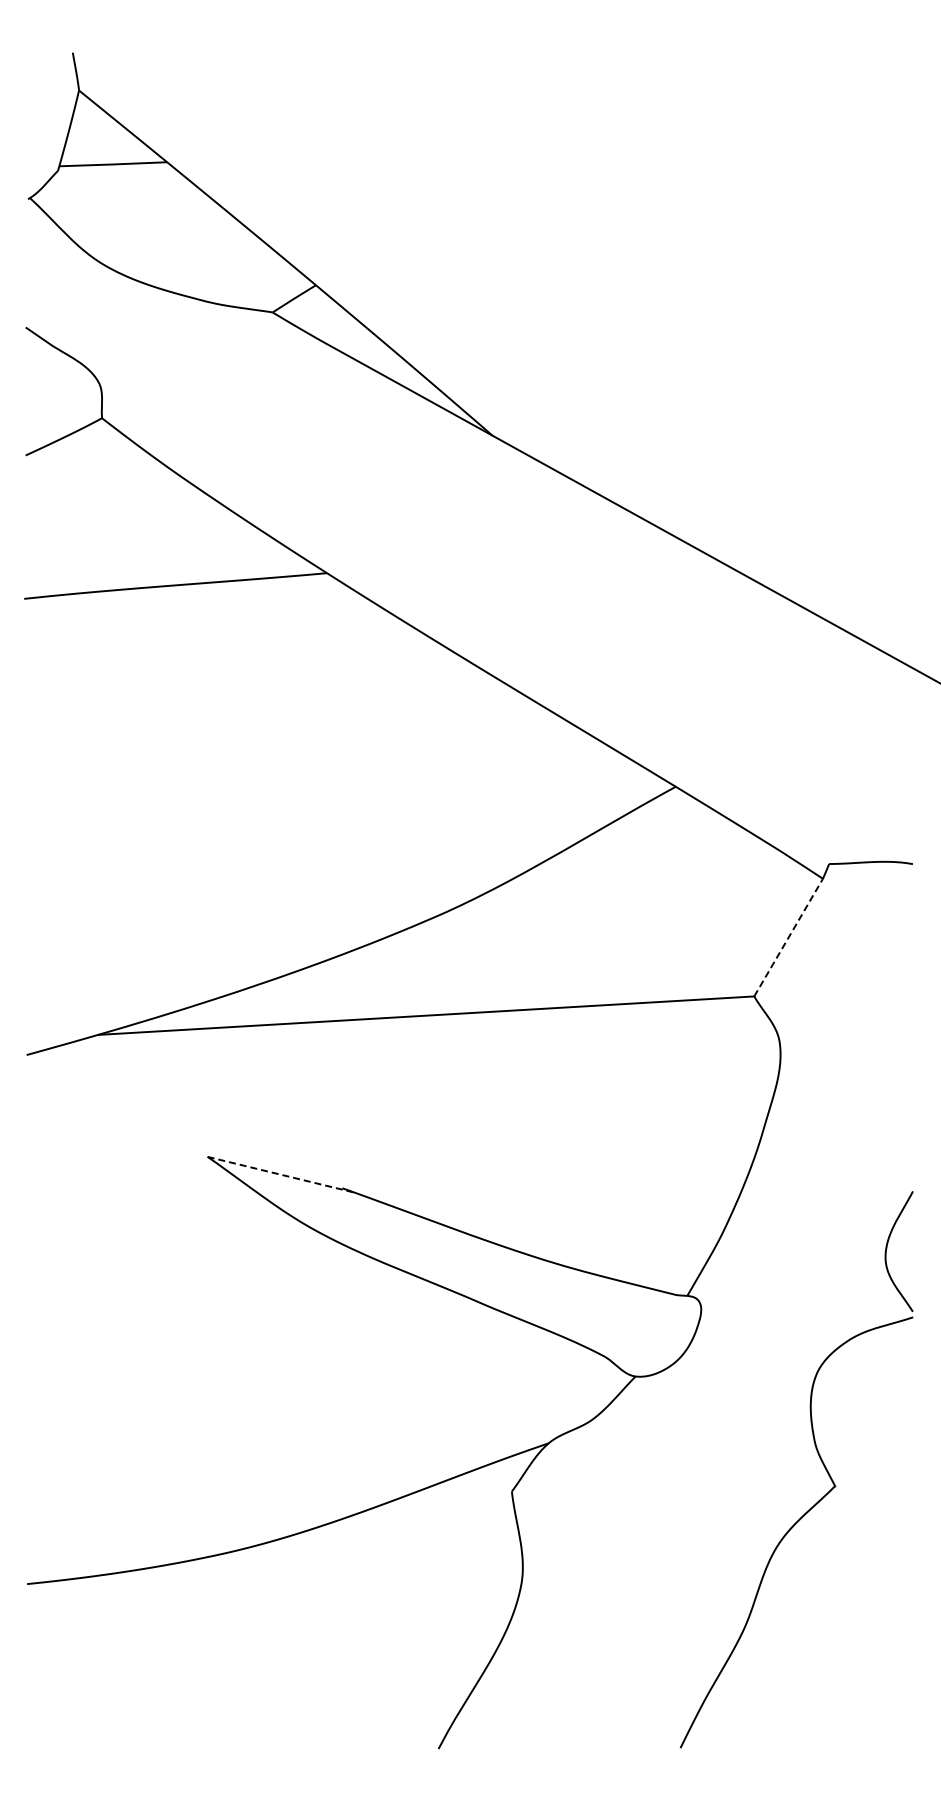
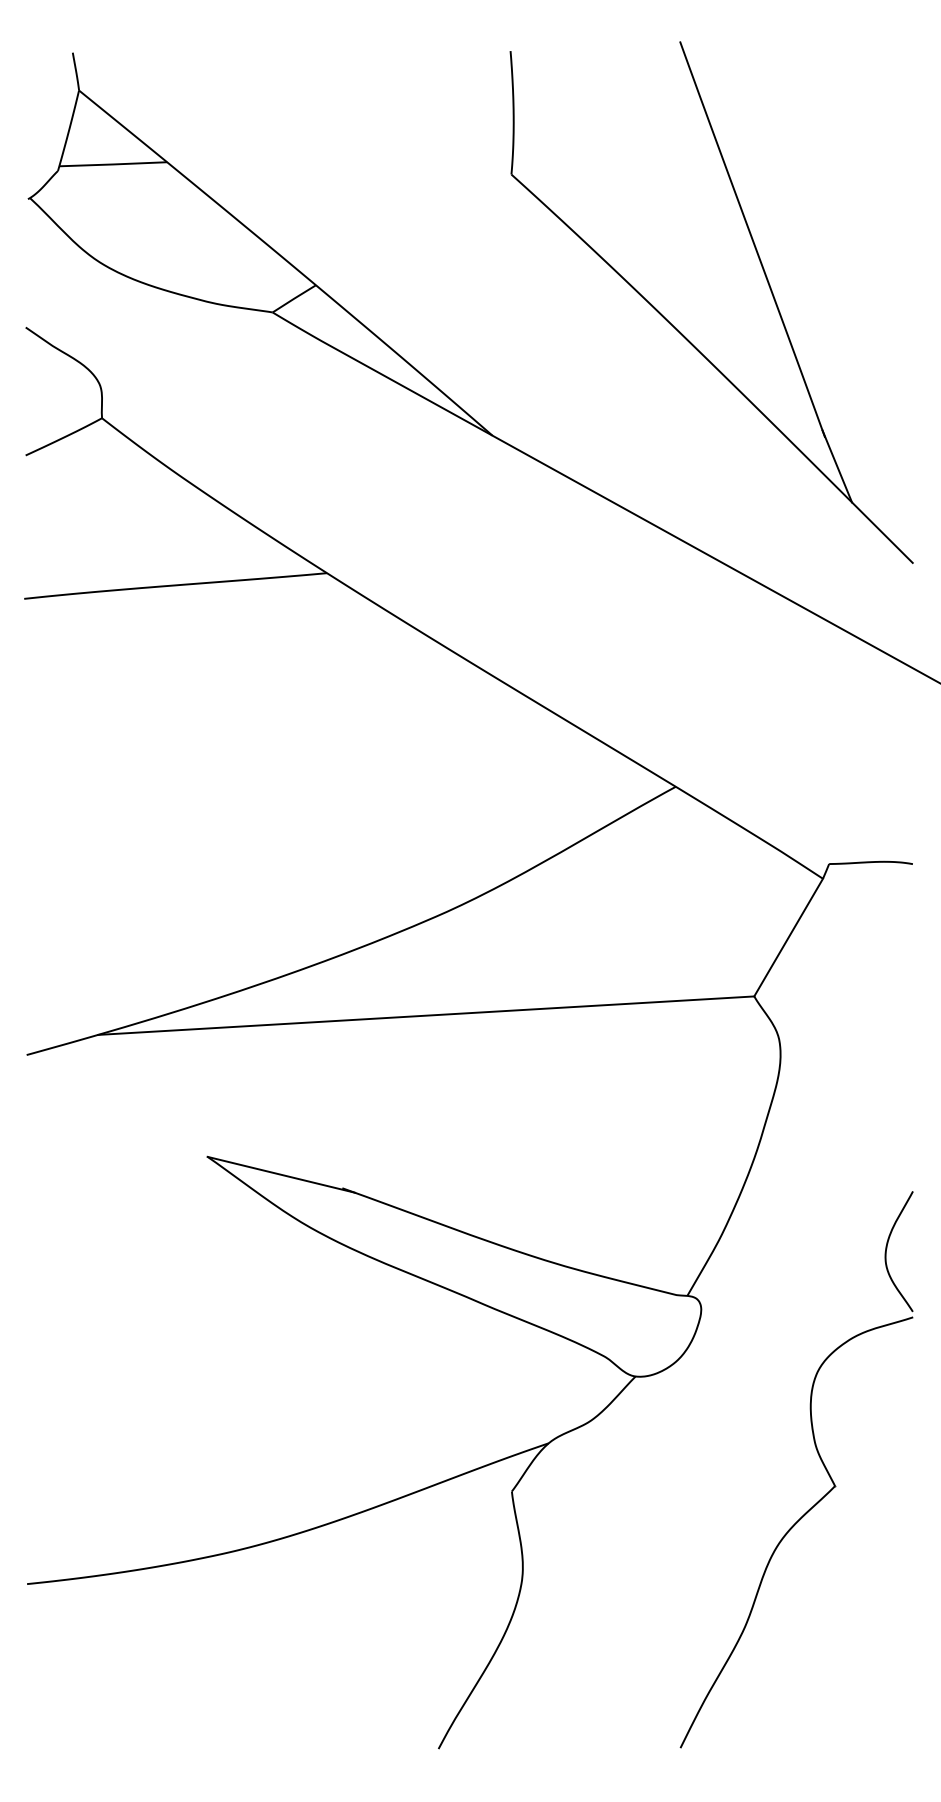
part at (681, 332): none -> present
line at (788, 937): dashed -> solid
line at (281, 1174): dashed -> solid
